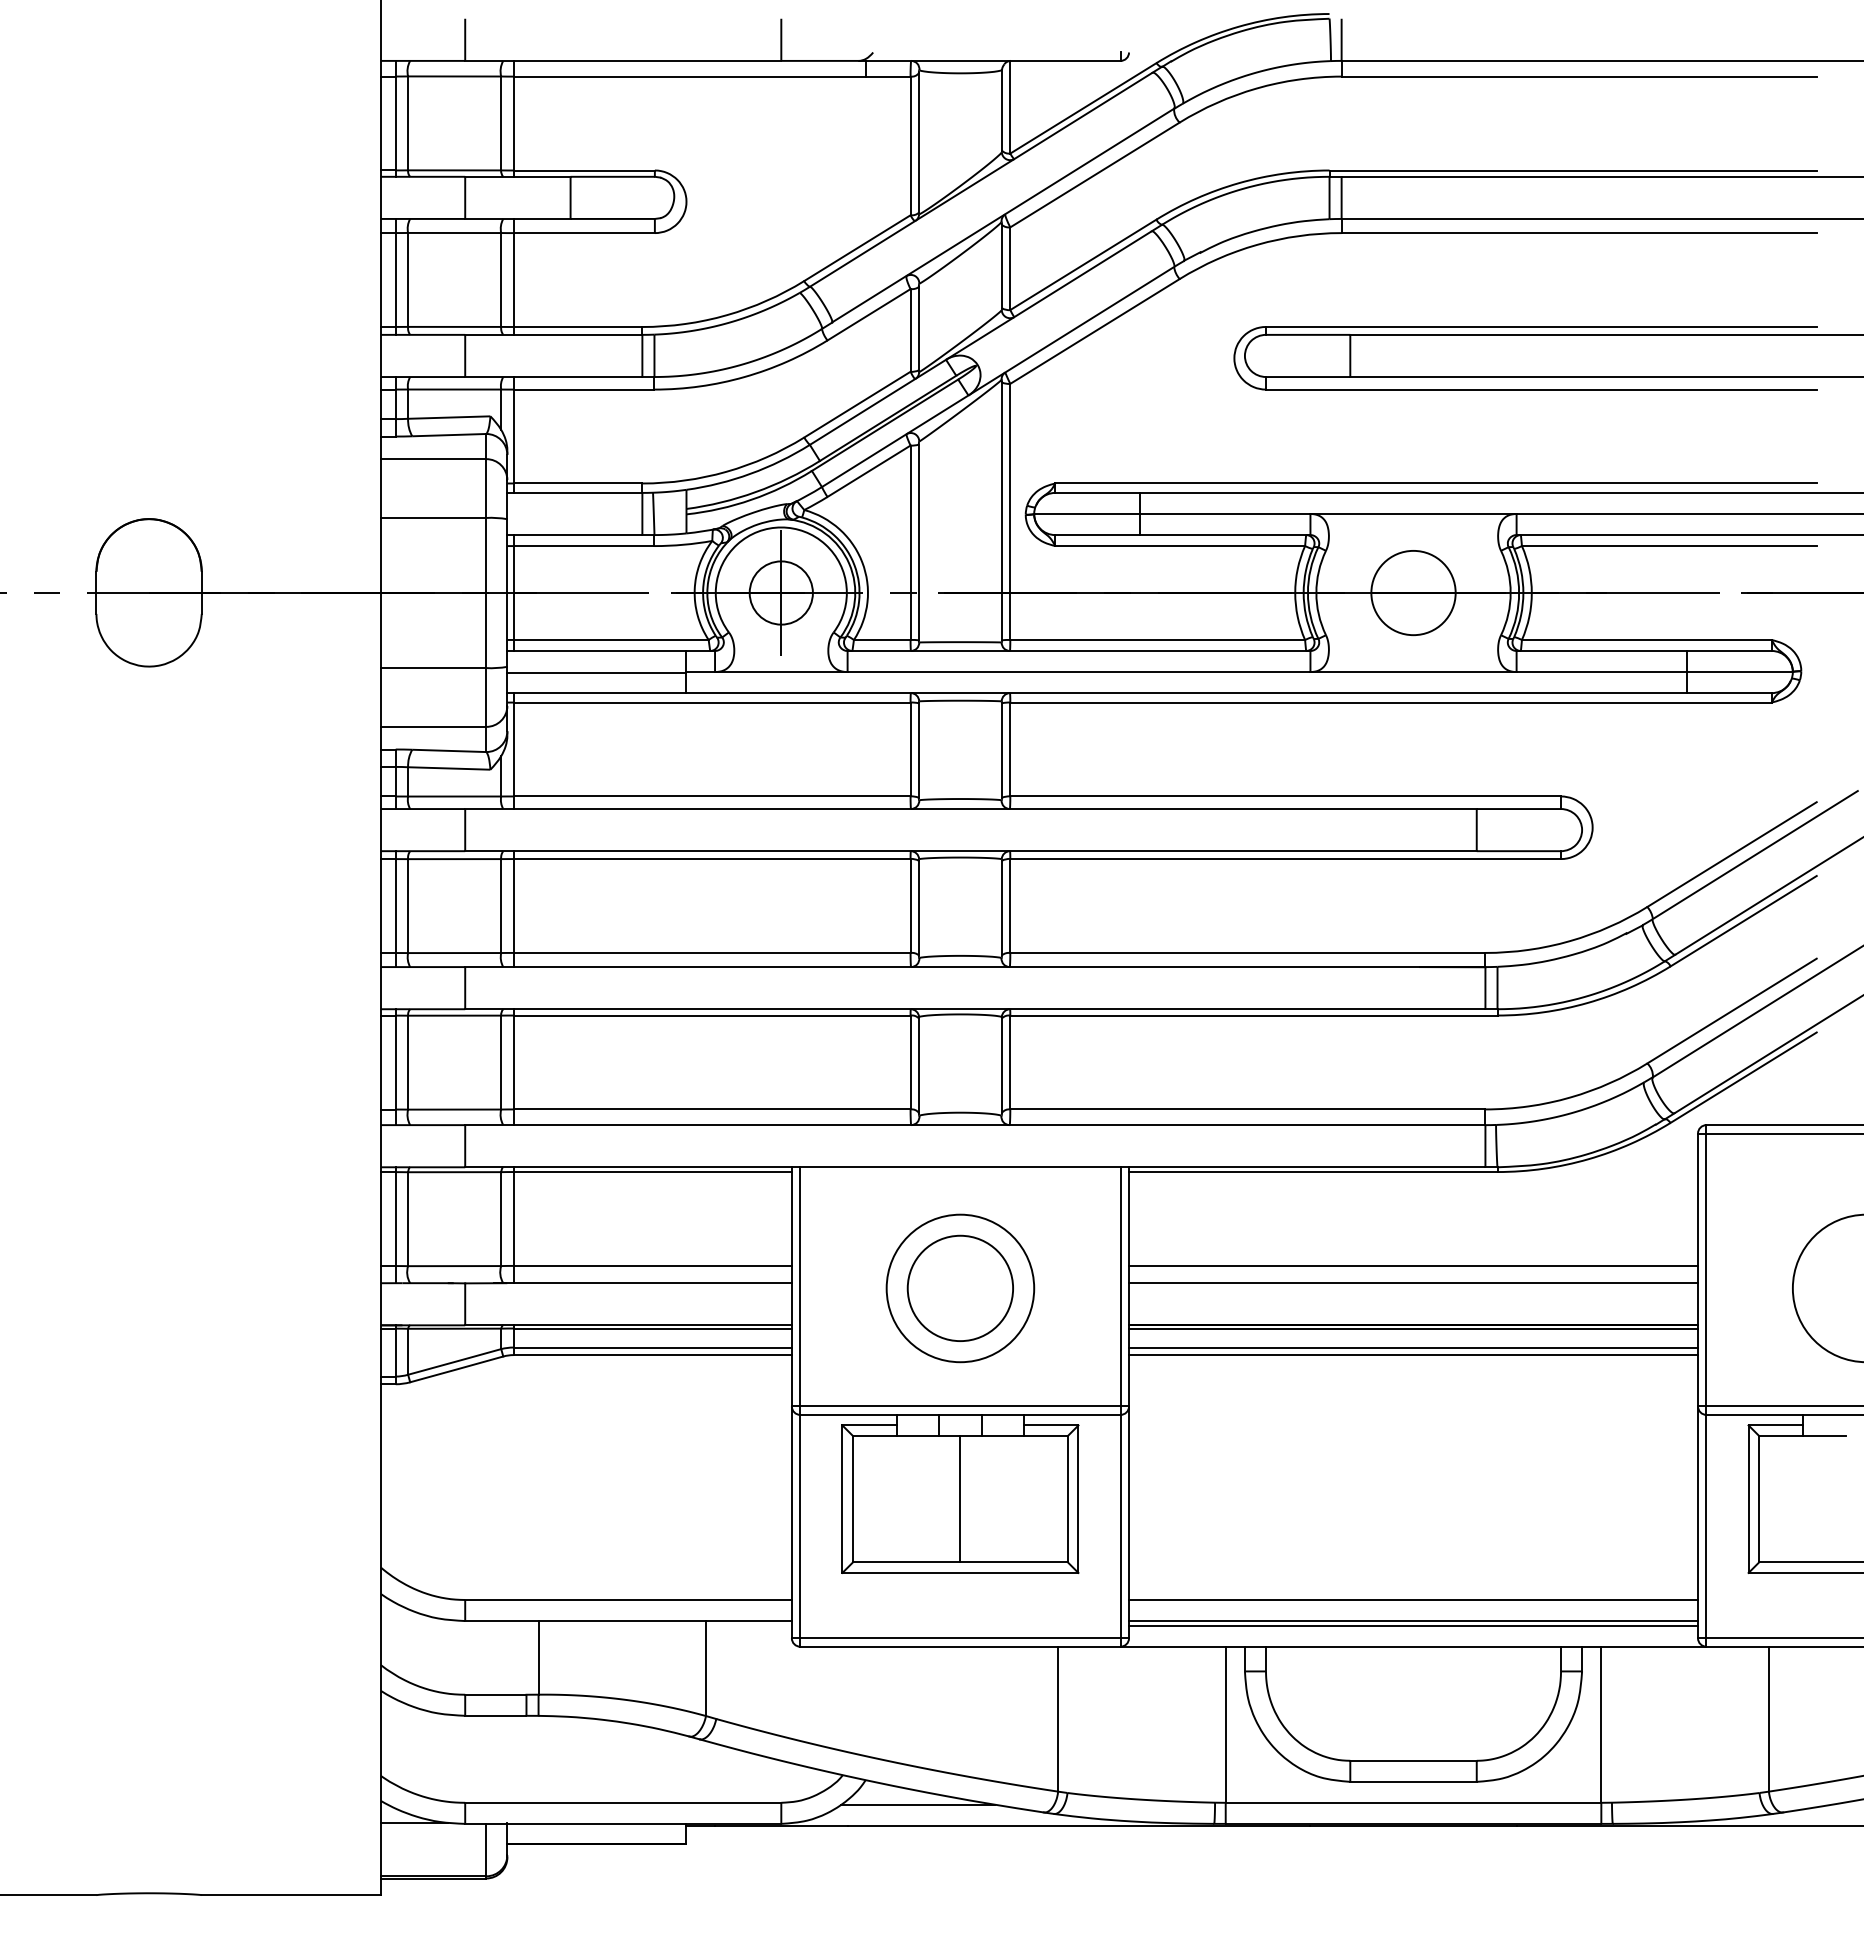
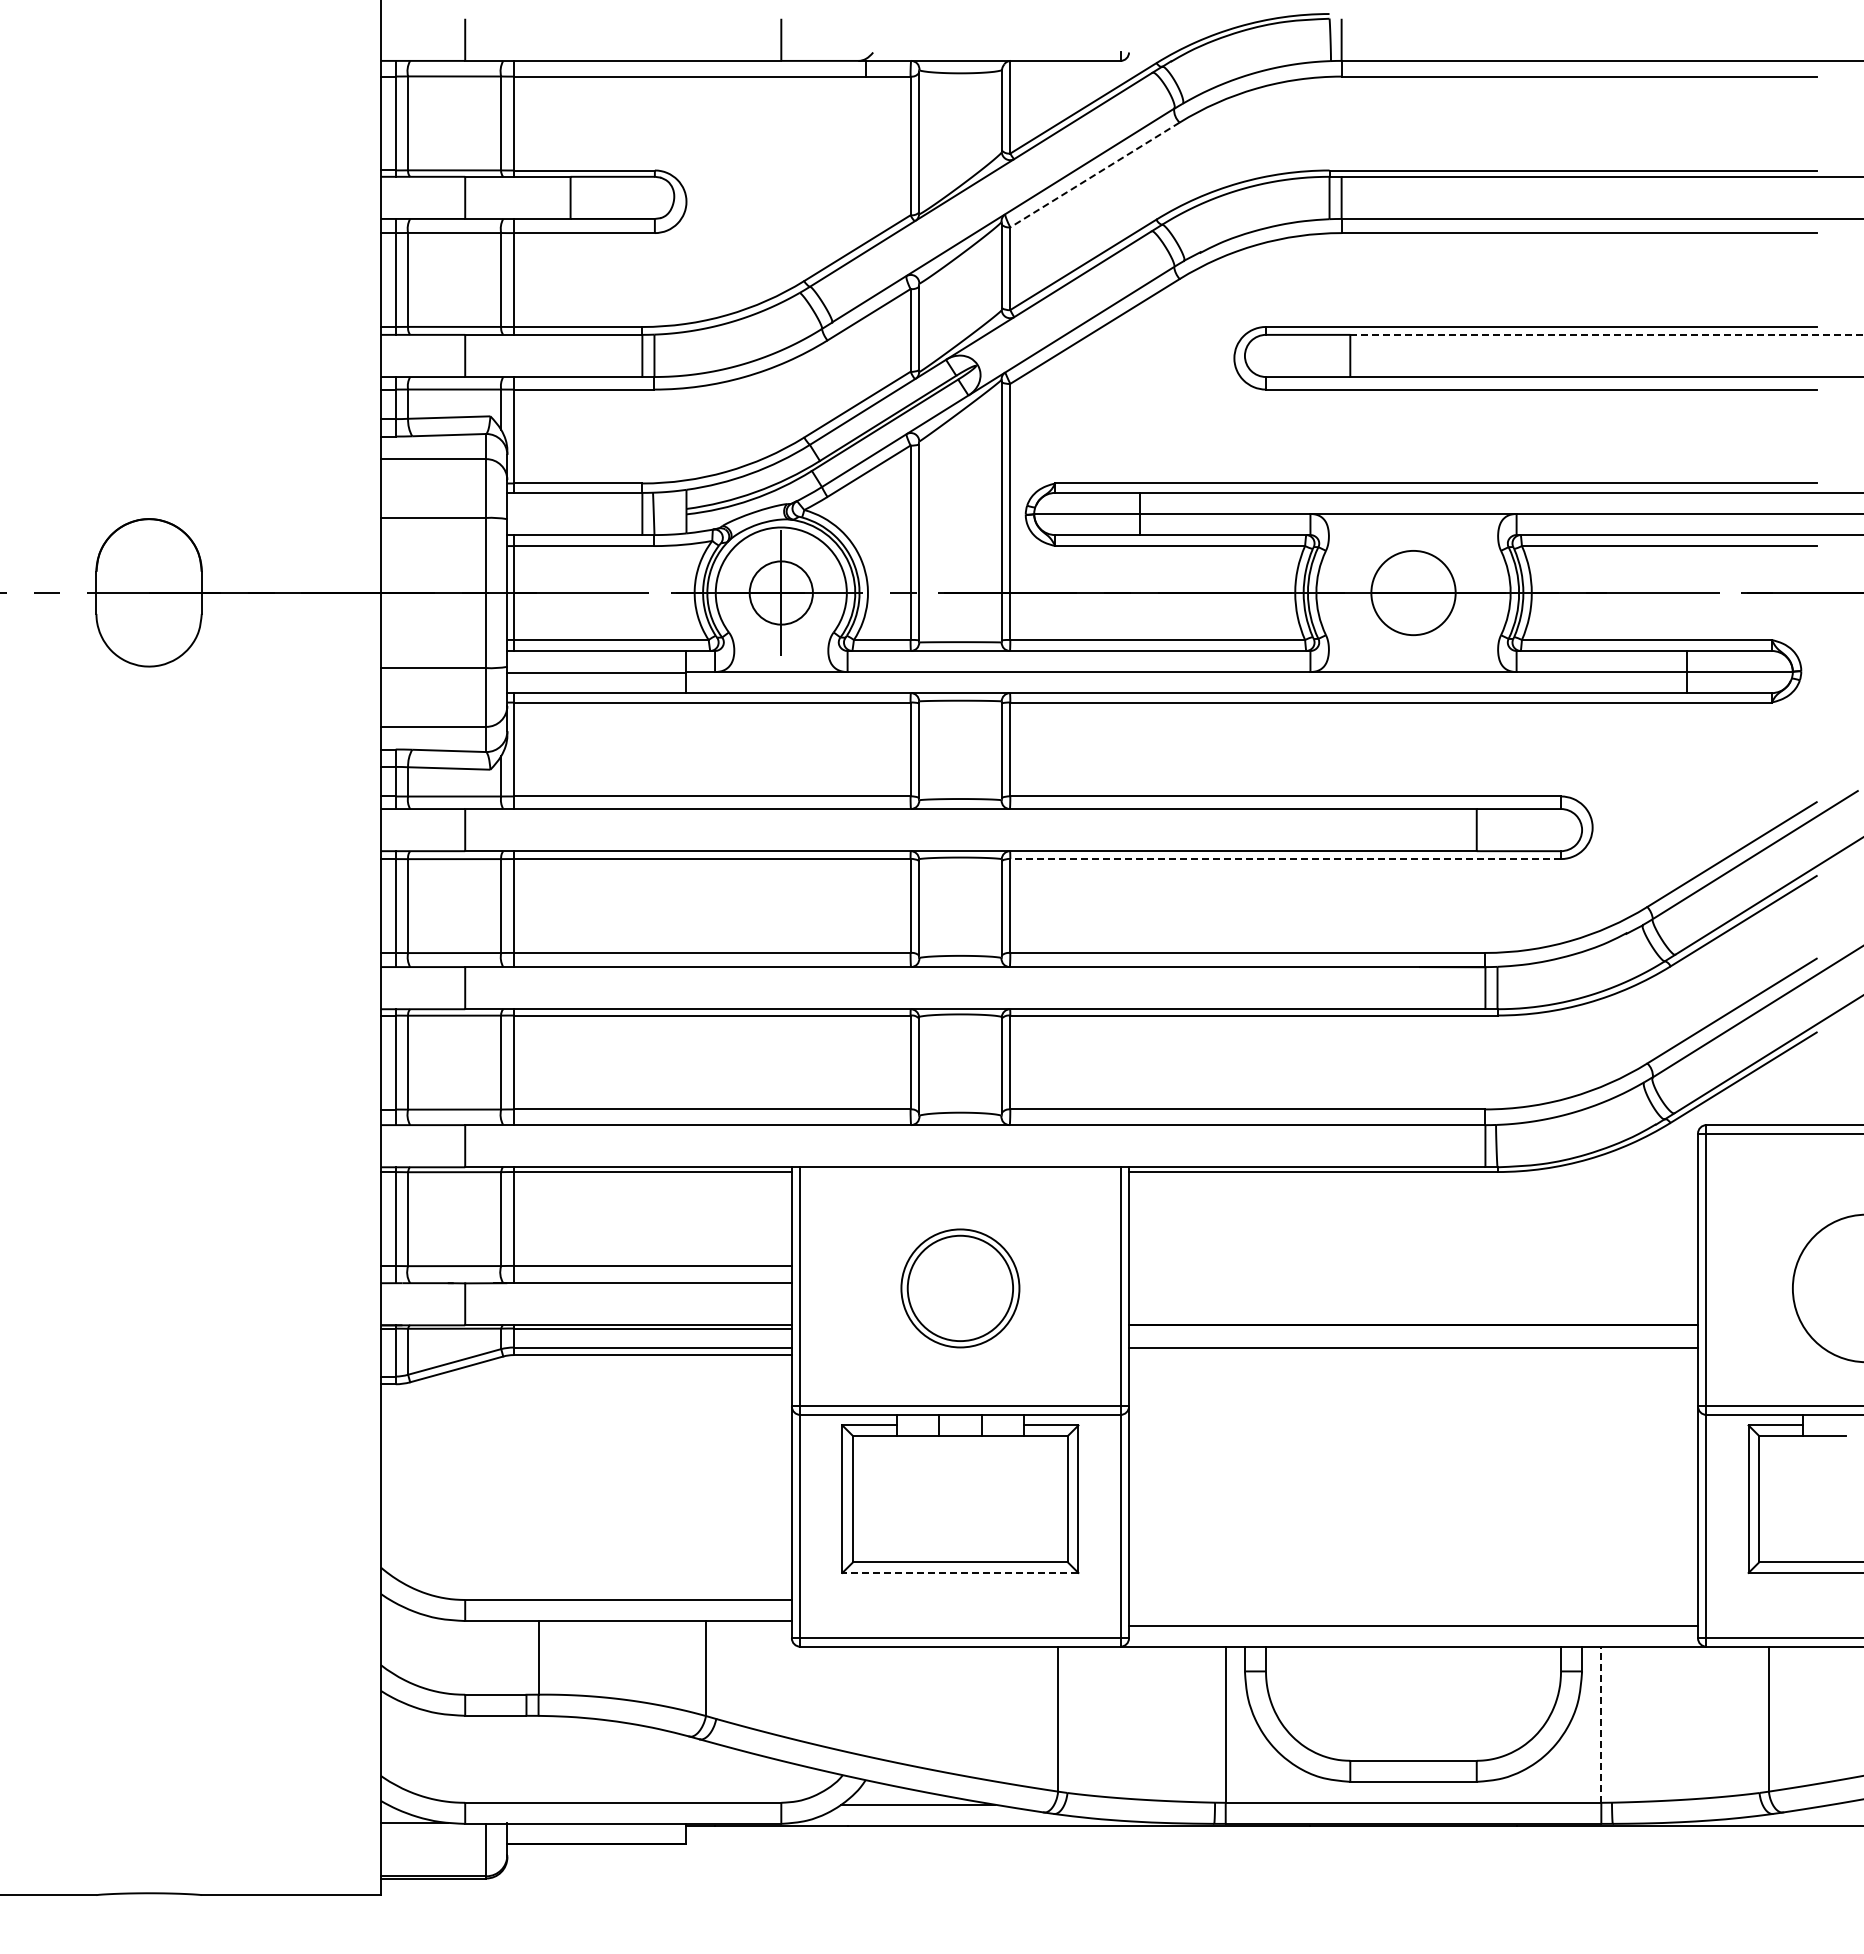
line at (1095, 174): solid -> dashed
line at (1607, 334): solid -> dashed
line at (1285, 859): solid -> dashed
line at (1413, 1265): present -> none
line at (1413, 1283): present -> none
circle at (960, 1288) diameter: 148 px -> 118 px
line at (1413, 1328): present -> none
line at (1413, 1355): present -> none
line at (960, 1498): present -> none
line at (959, 1572): solid -> dashed
line at (1413, 1599): present -> none
line at (1413, 1621): present -> none
line at (1601, 1724): solid -> dashed
